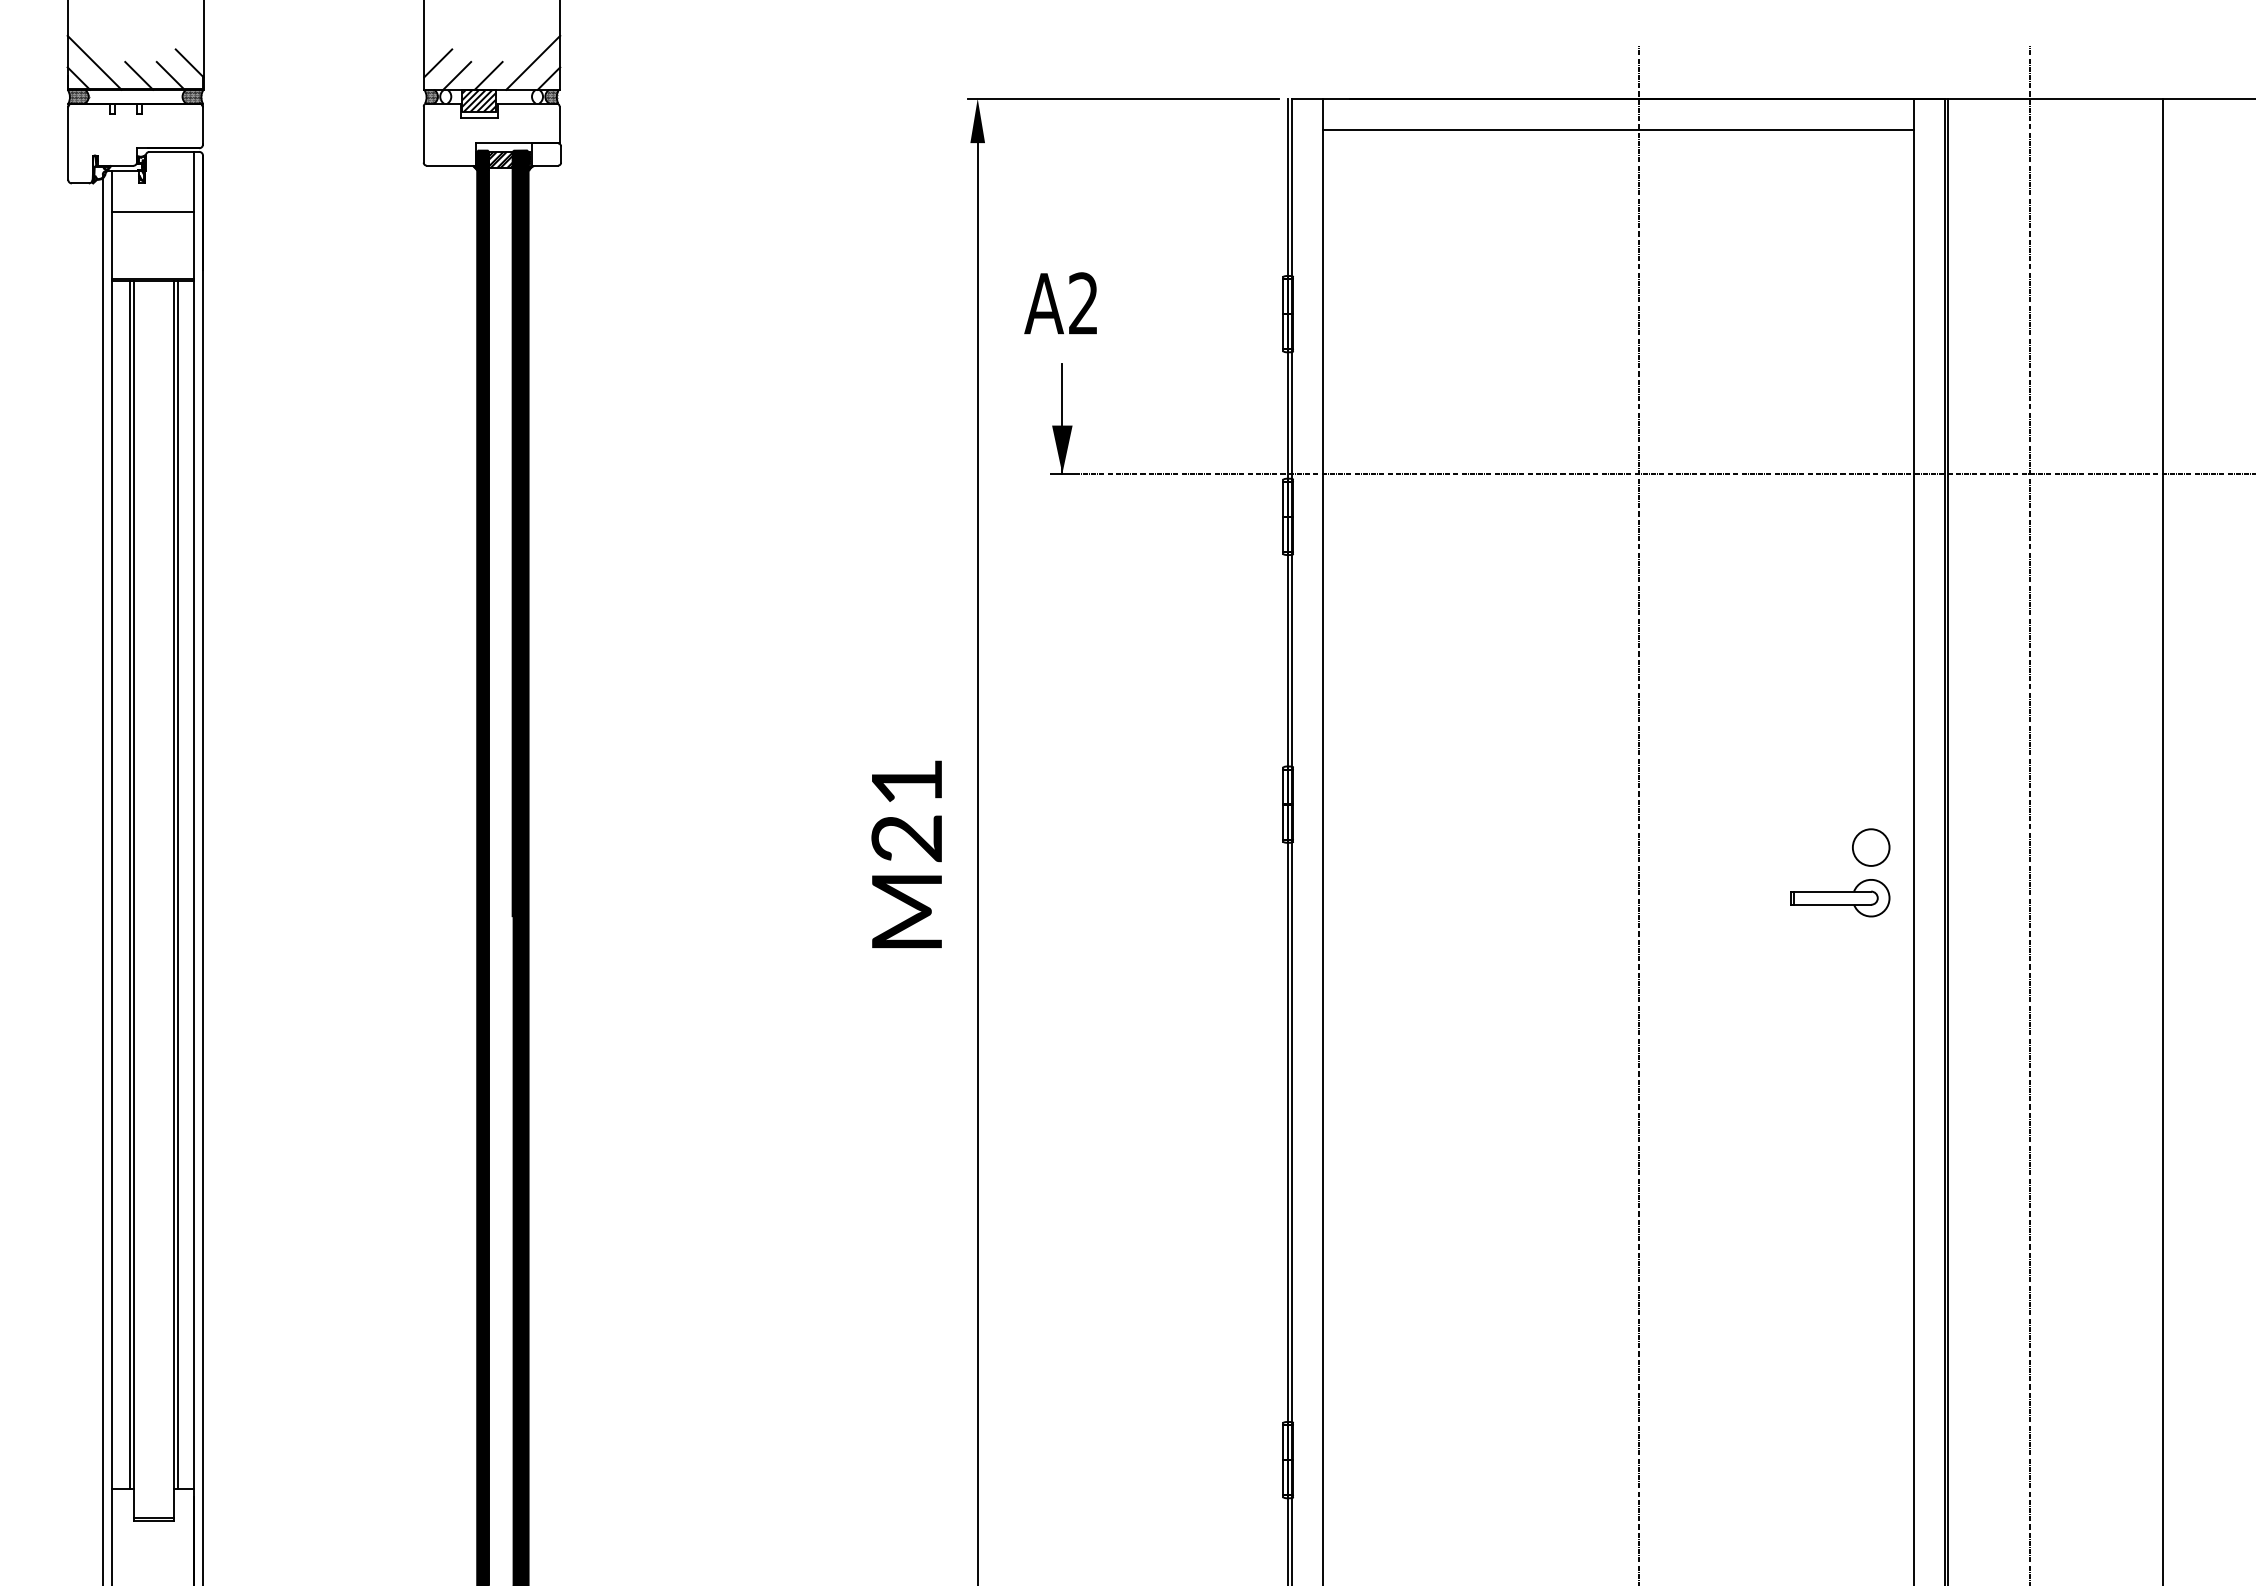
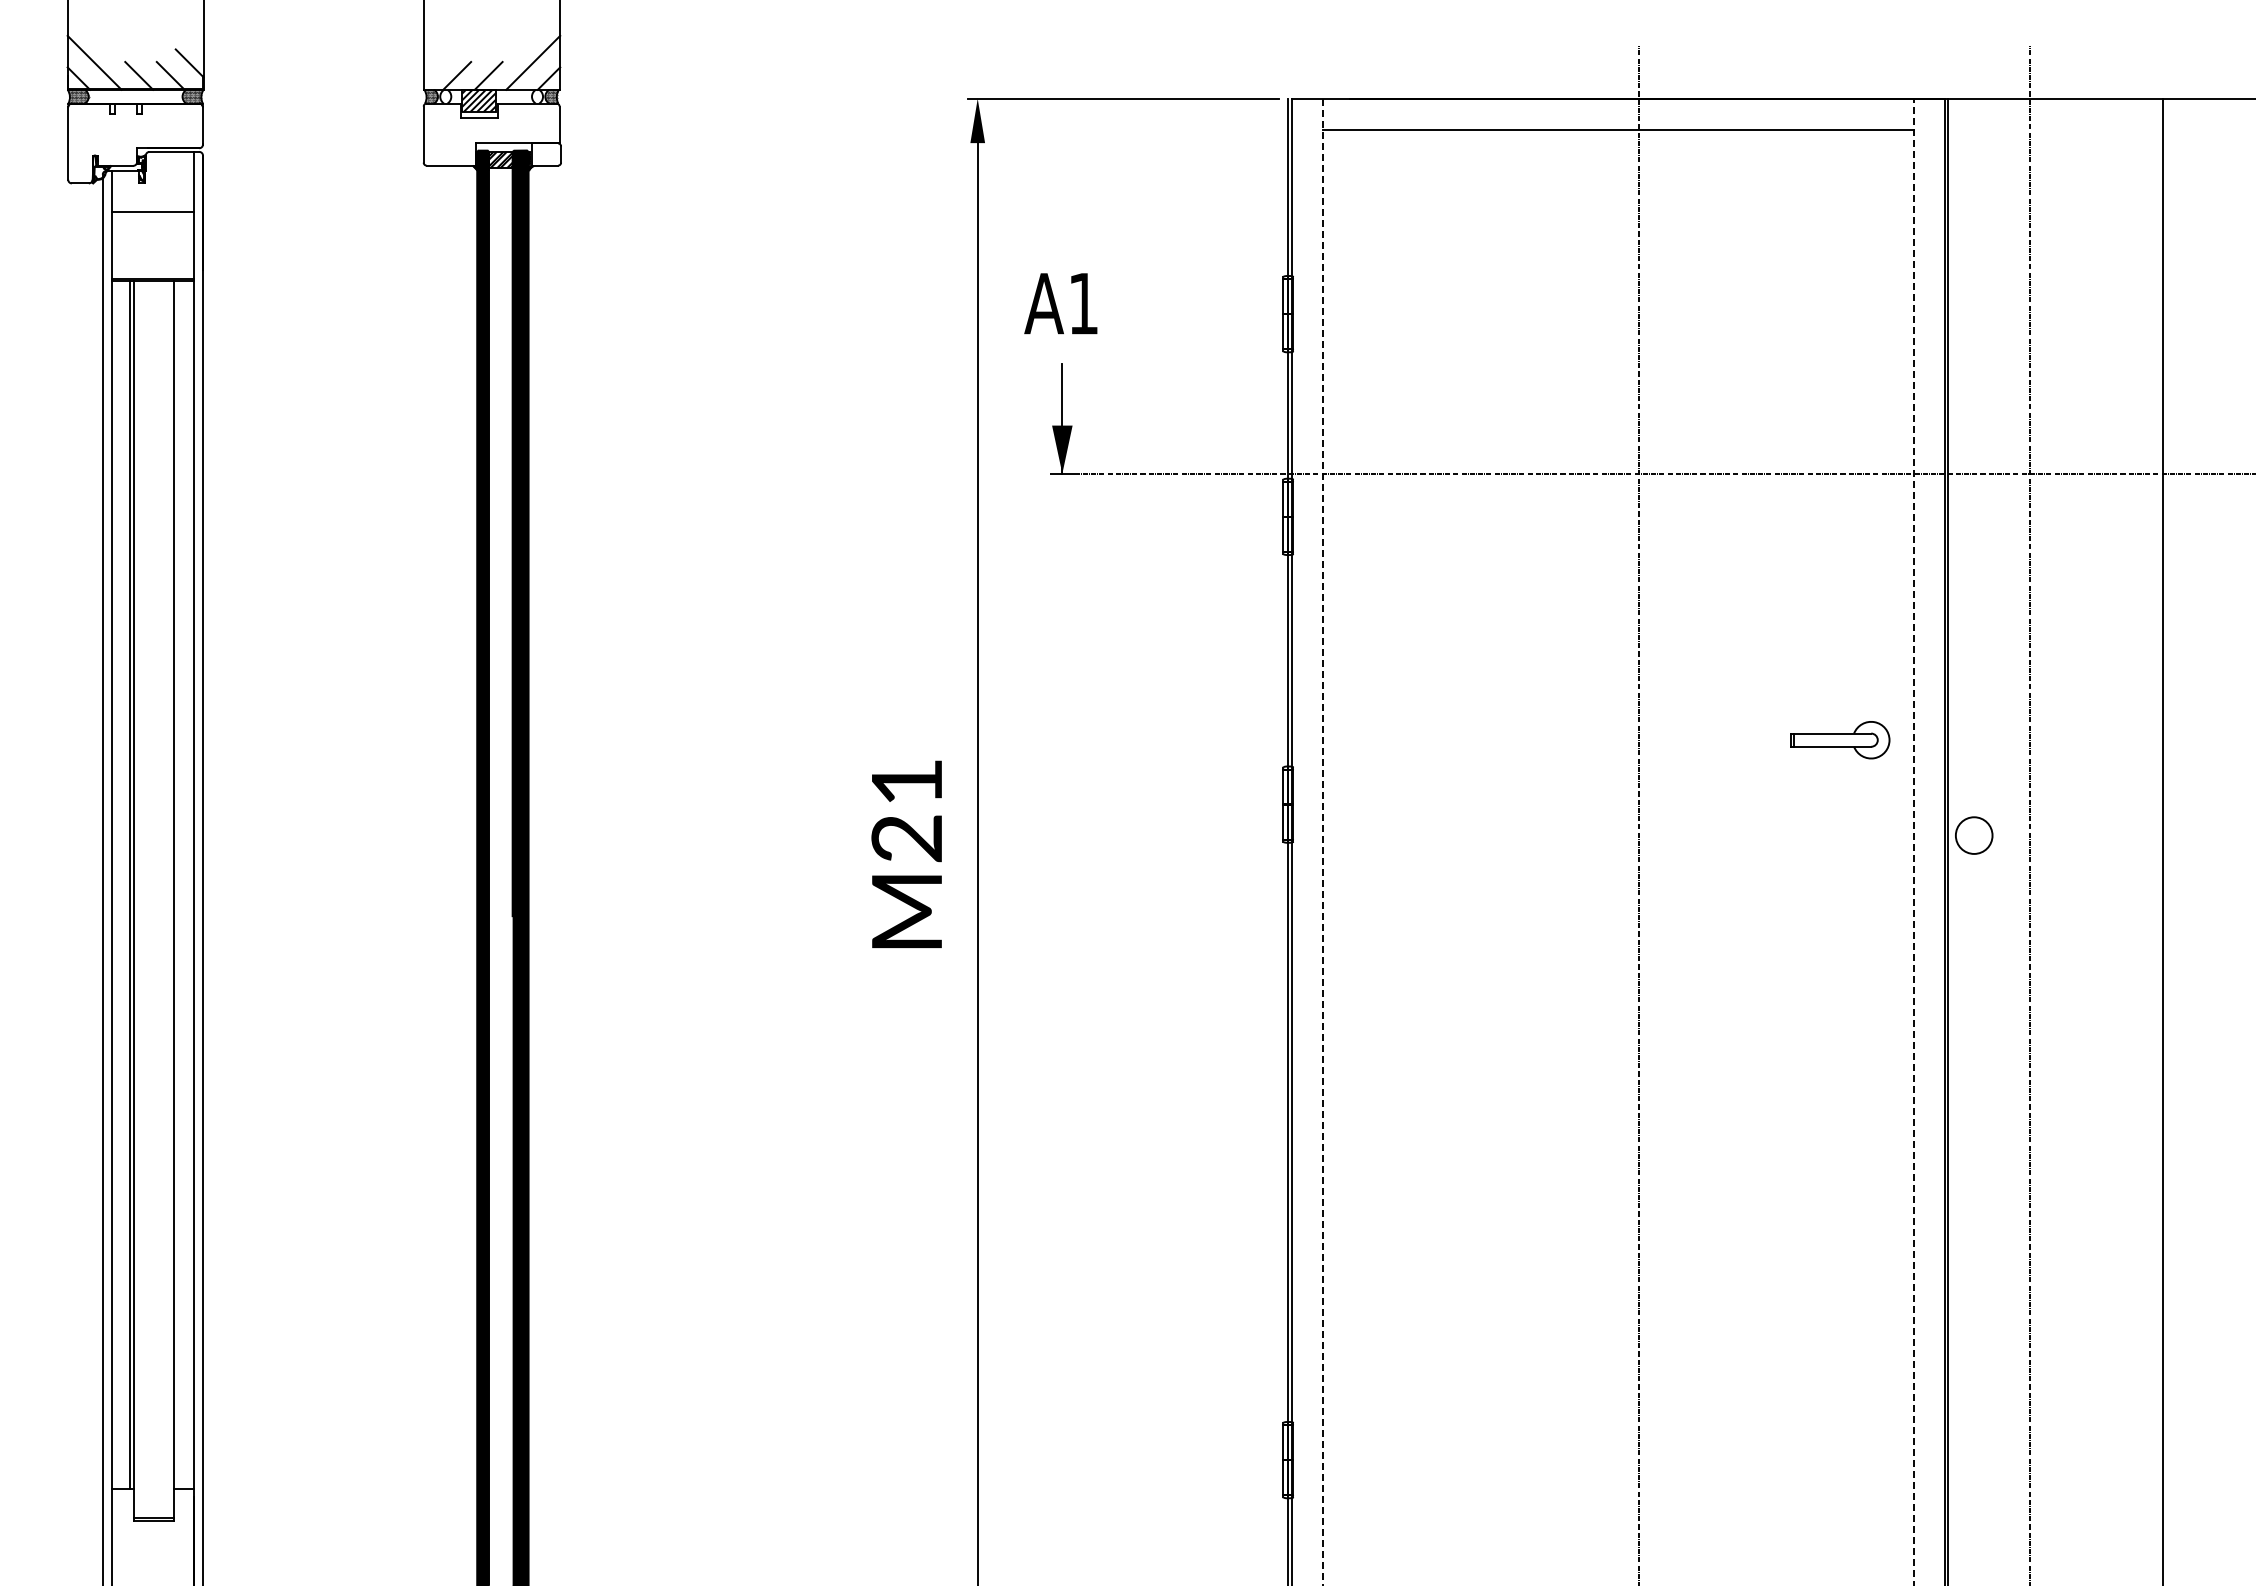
line at (438, 63): present -> none
text at (1083, 303): A2 -> A1
line at (1913, 841): solid -> dashed
line at (1322, 842): solid -> dashed
circle at (1871, 847) position: (1871, 847) -> (1974, 835)
line at (178, 884): present -> none
part at (1840, 898) position: (1840, 898) -> (1840, 740)
